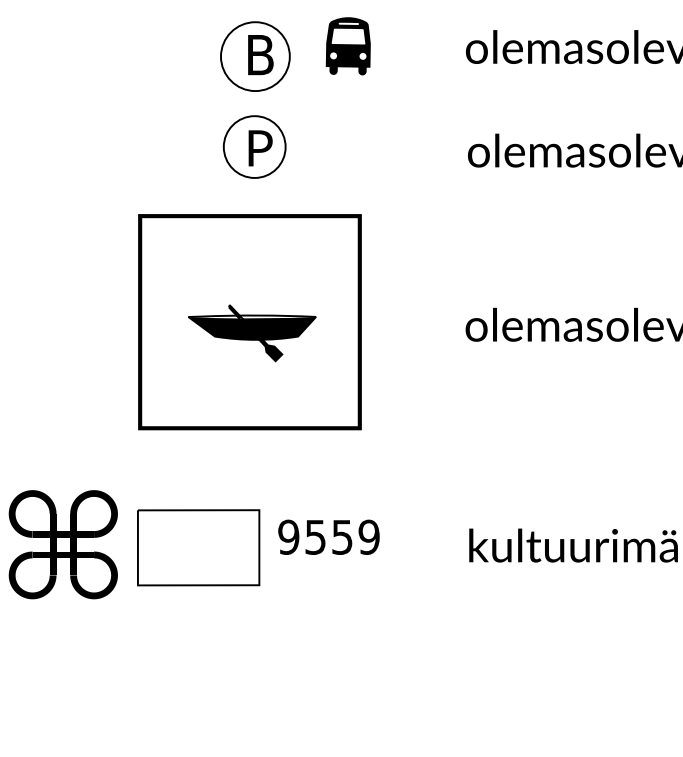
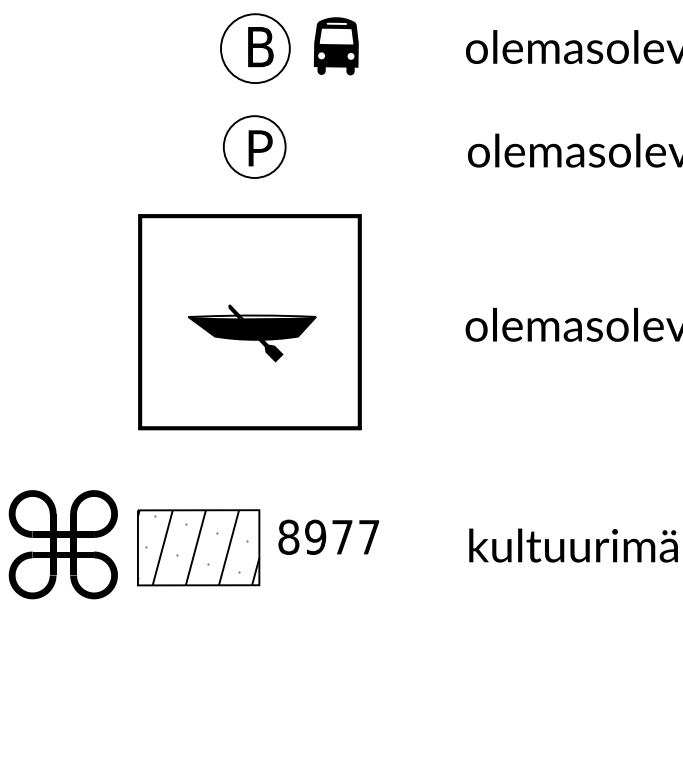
part at (347, 46) position: (347, 46) -> (335, 46)
part at (255, 56) position: (255, 56) -> (255, 48)
text at (328, 536): 9559 -> 8977
hatch at (198, 547): none -> present
